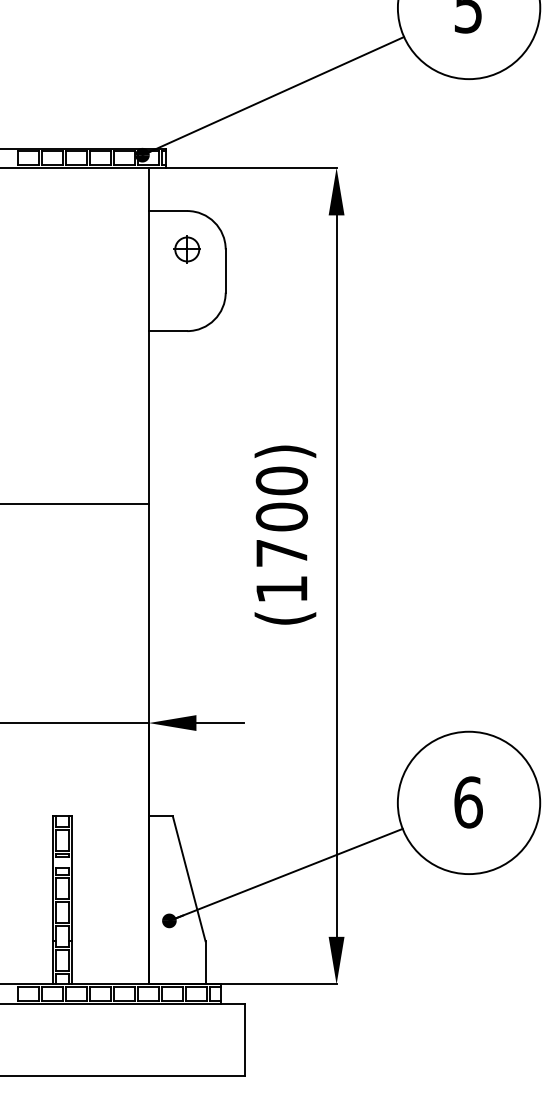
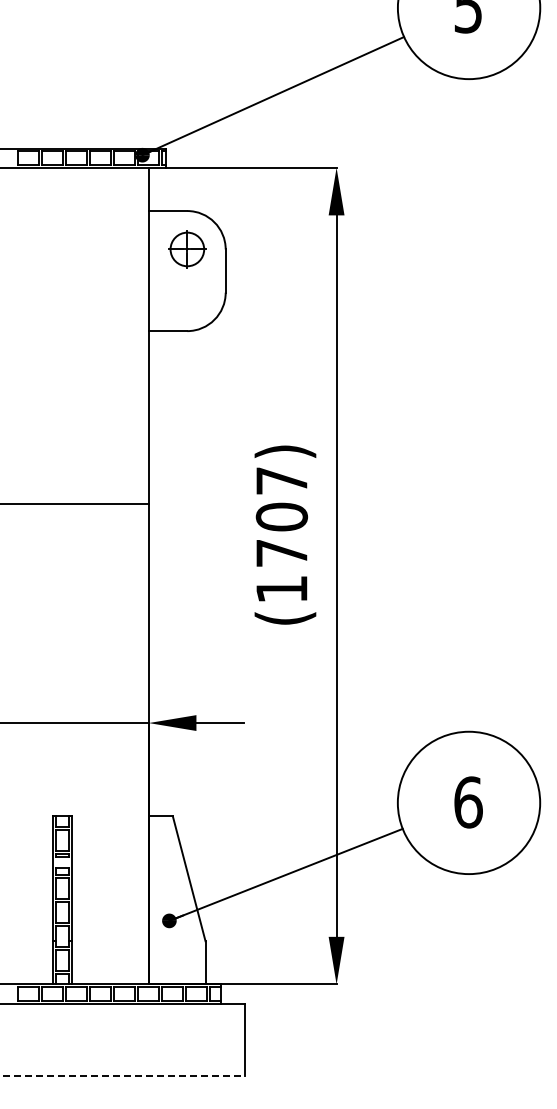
part at (186, 249) size: 28x29 px -> 39x39 px
text at (281, 480): (1700) -> (1707)
line at (122, 1075): solid -> dashed
